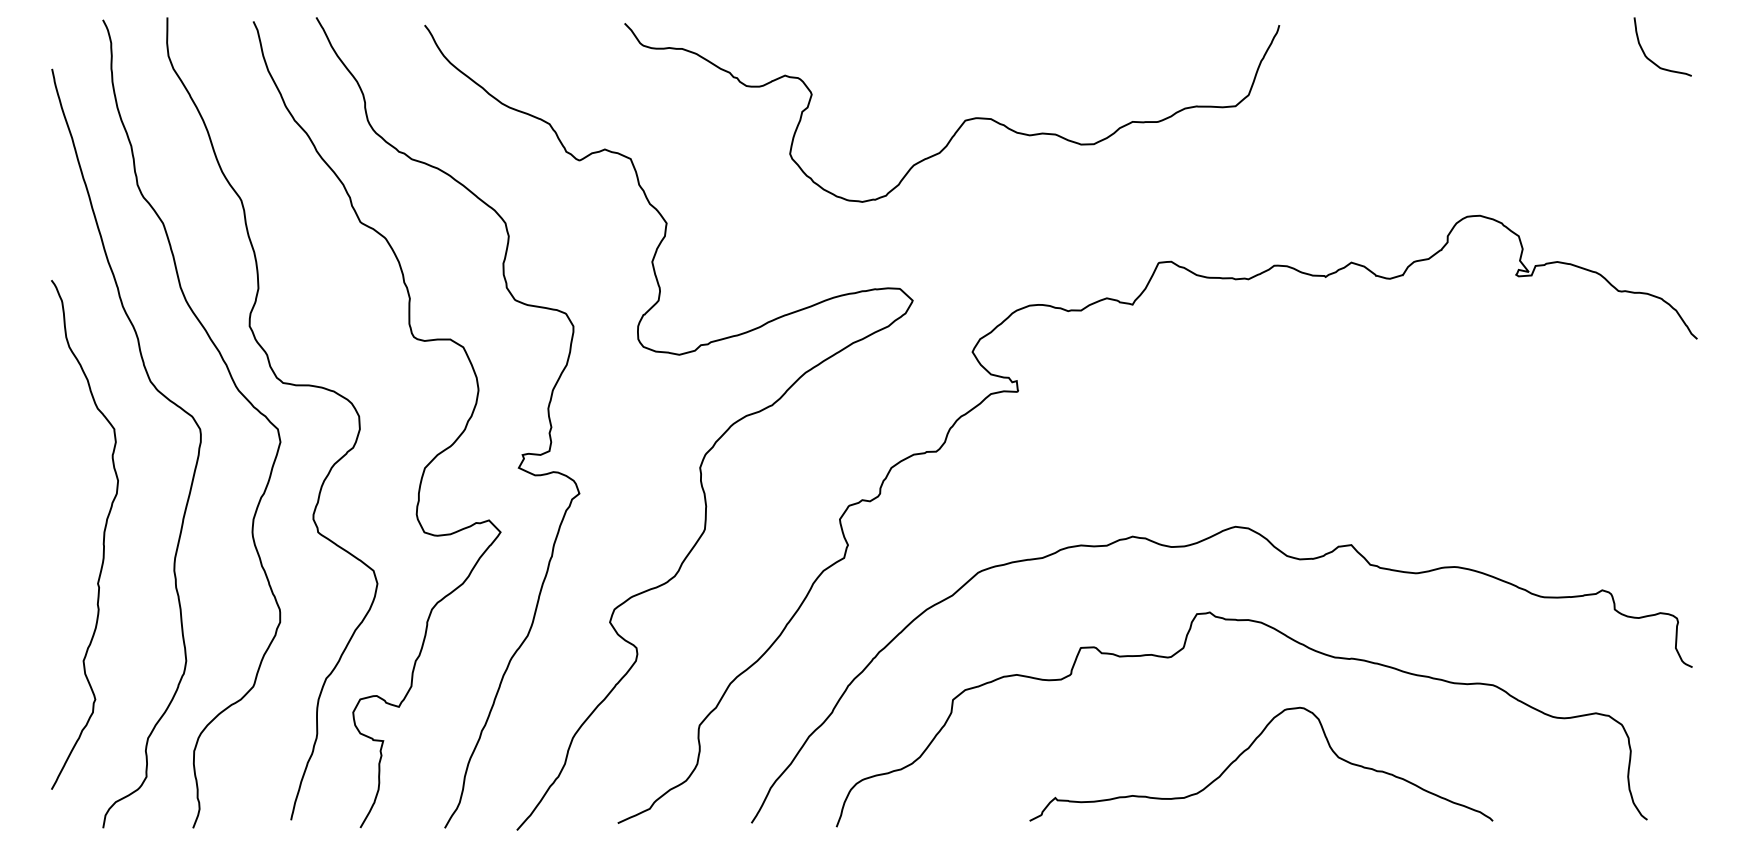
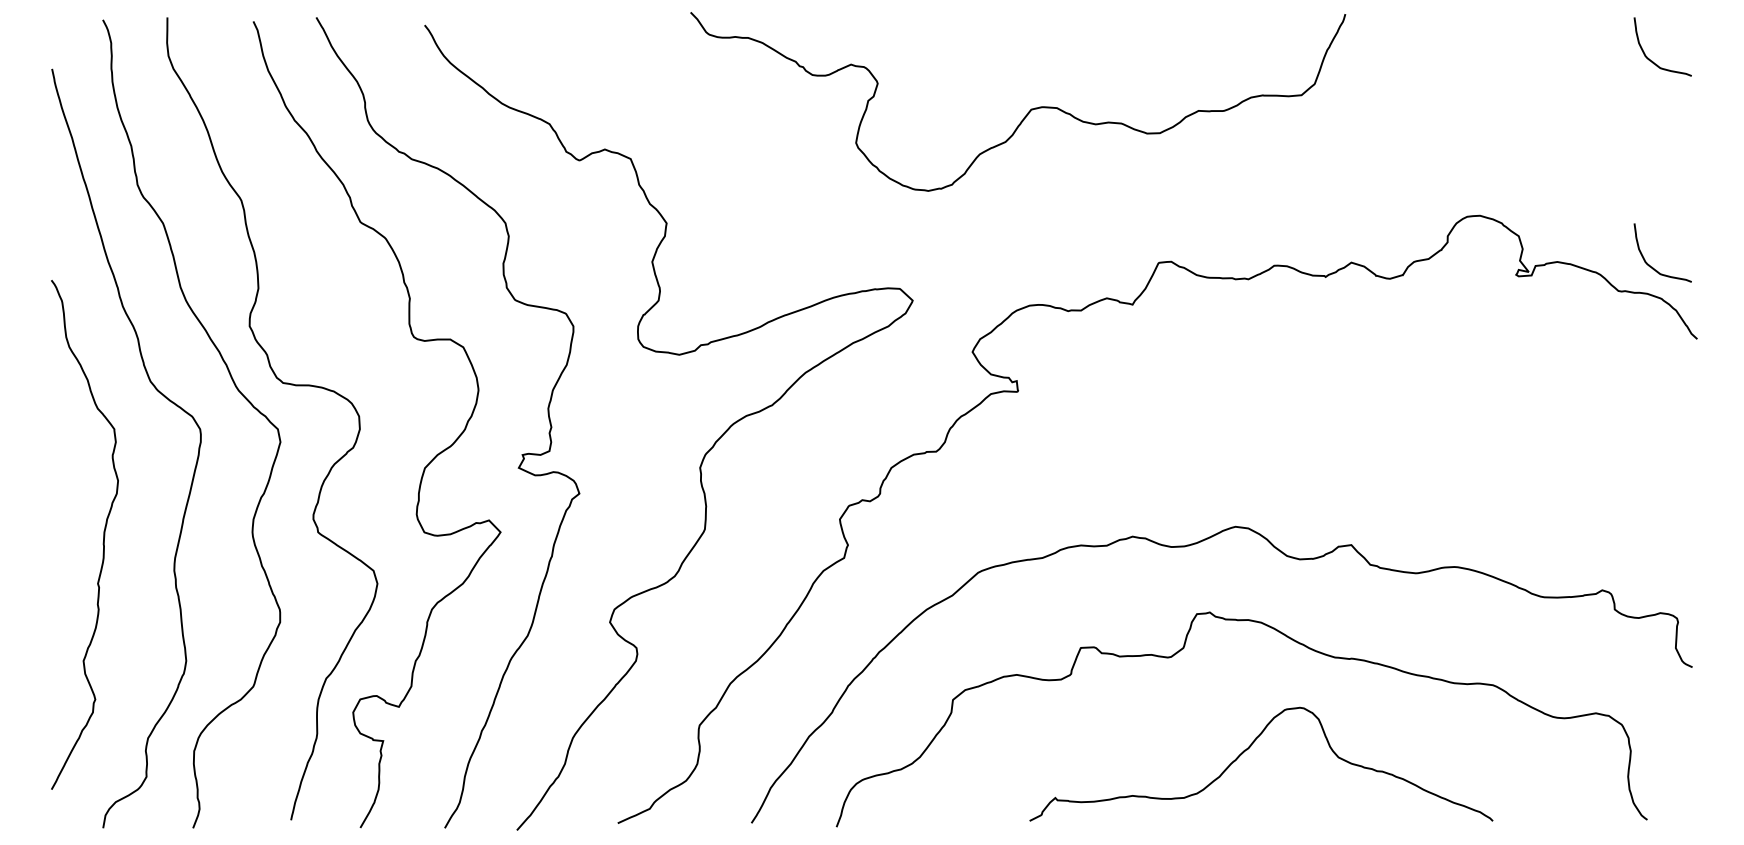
curve at (962, 122) position: (962, 122) -> (1028, 111)
curve at (1652, 266): none -> present
